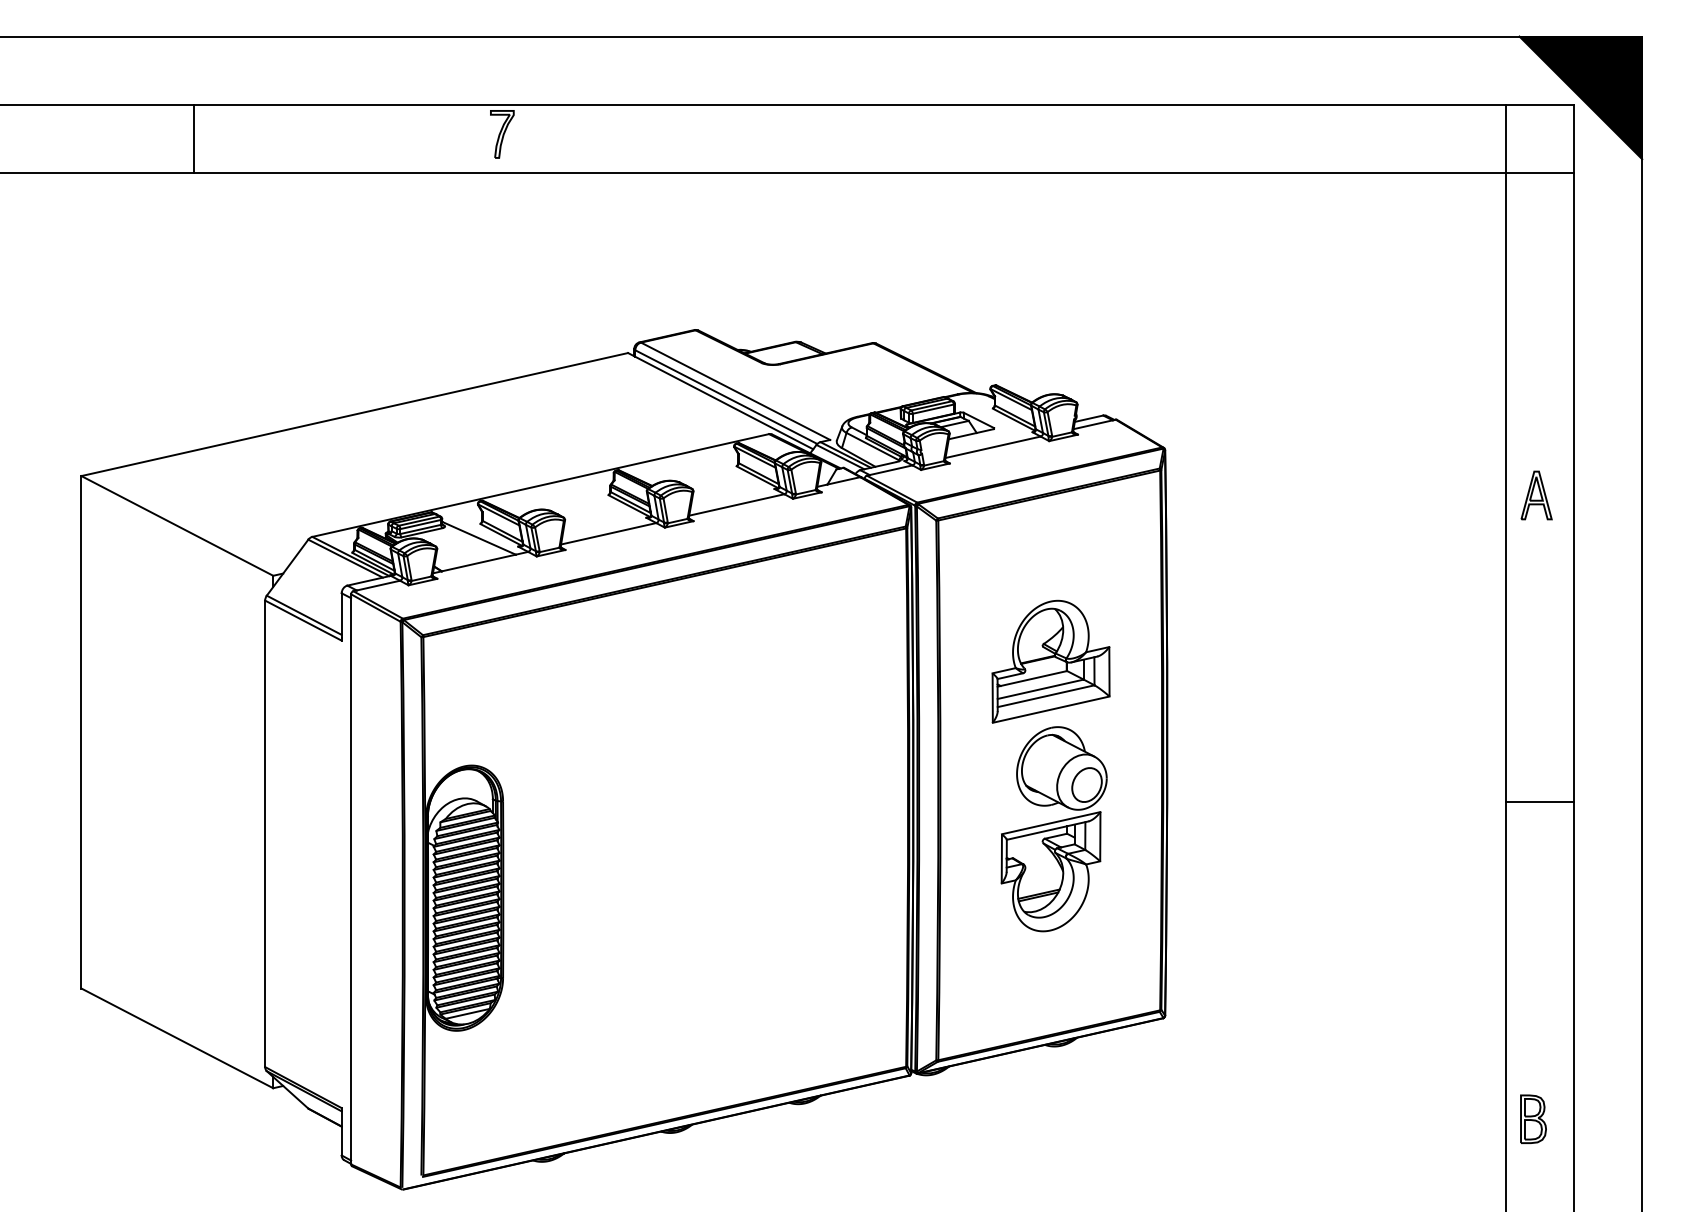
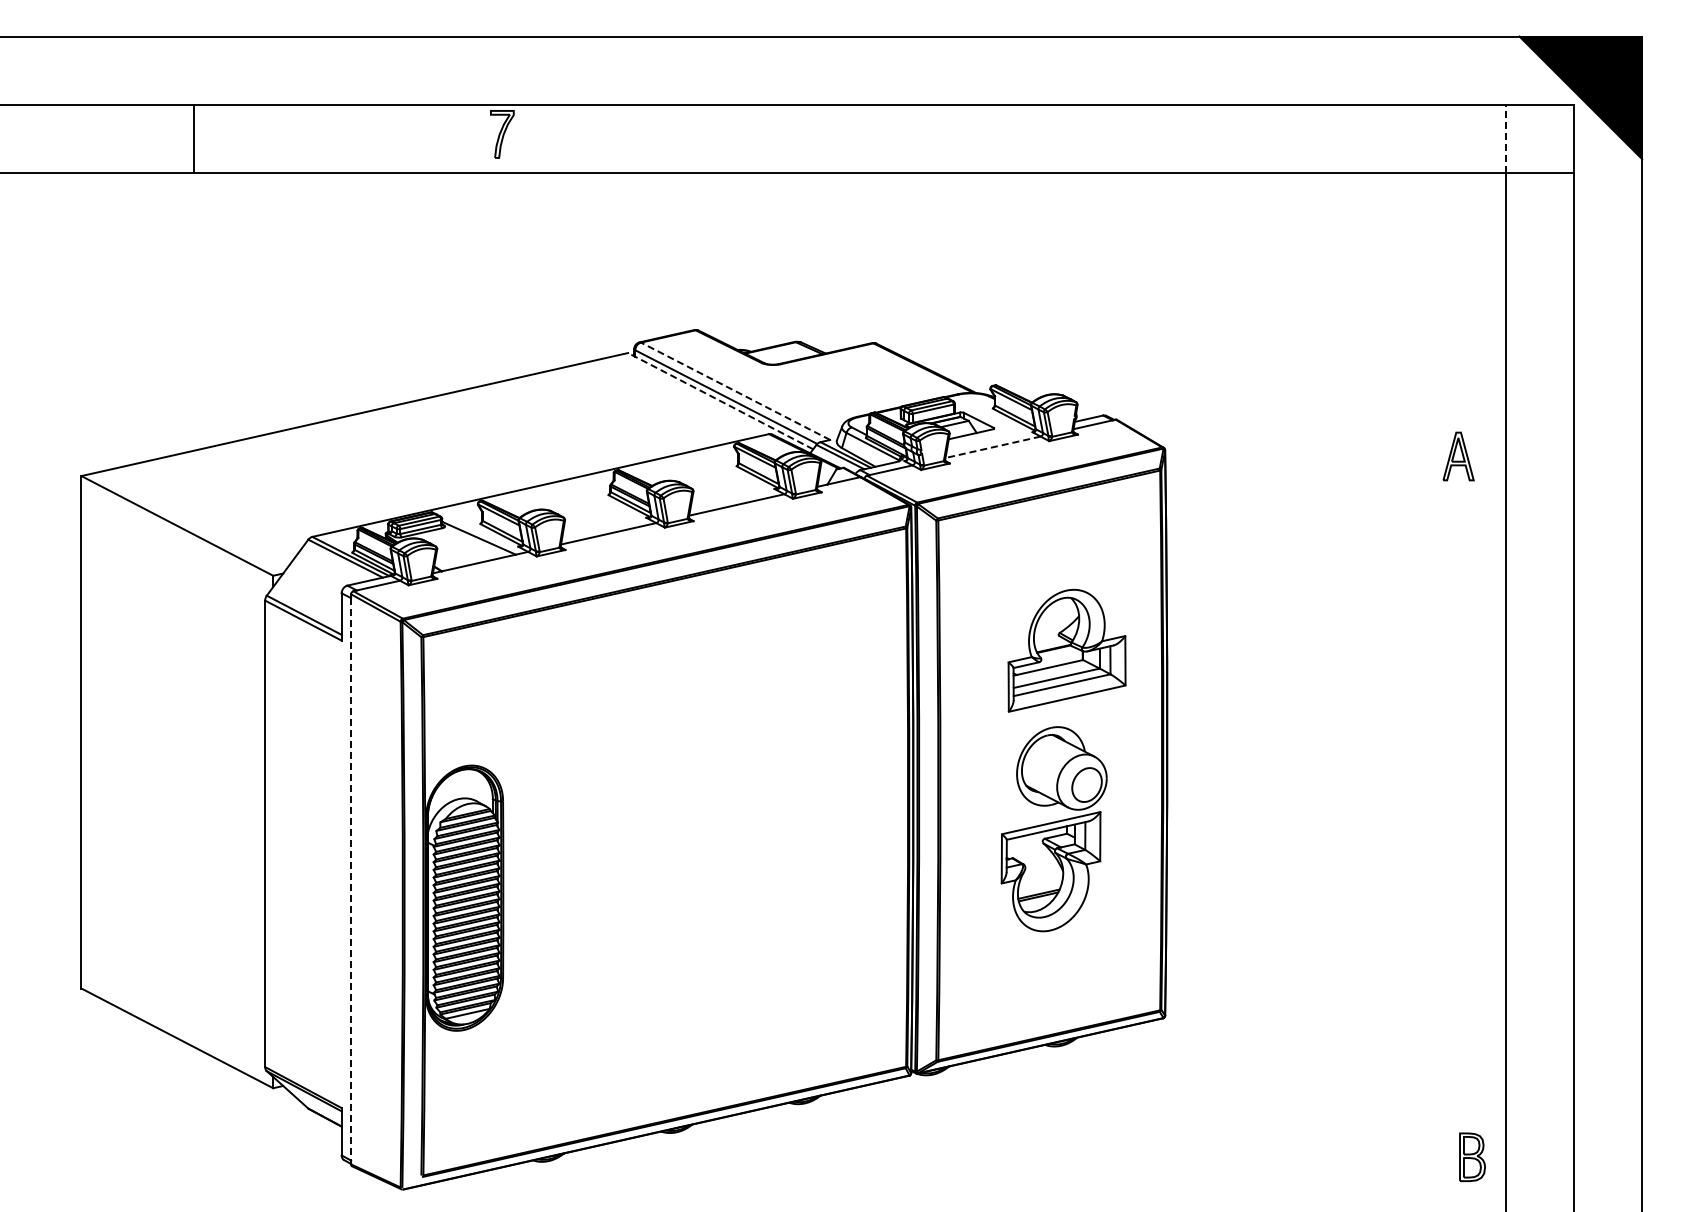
line at (1505, 138): solid -> dashed
line at (735, 391): solid -> dashed
line at (720, 400): solid -> dashed
line at (993, 447): solid -> dashed
part at (1536, 495) position: (1536, 495) -> (1458, 456)
part at (1050, 661) position: (1050, 661) -> (1066, 650)
line at (1539, 802): present -> none
line at (351, 879): solid -> dashed
part at (1533, 1118) position: (1533, 1118) -> (1472, 1156)
